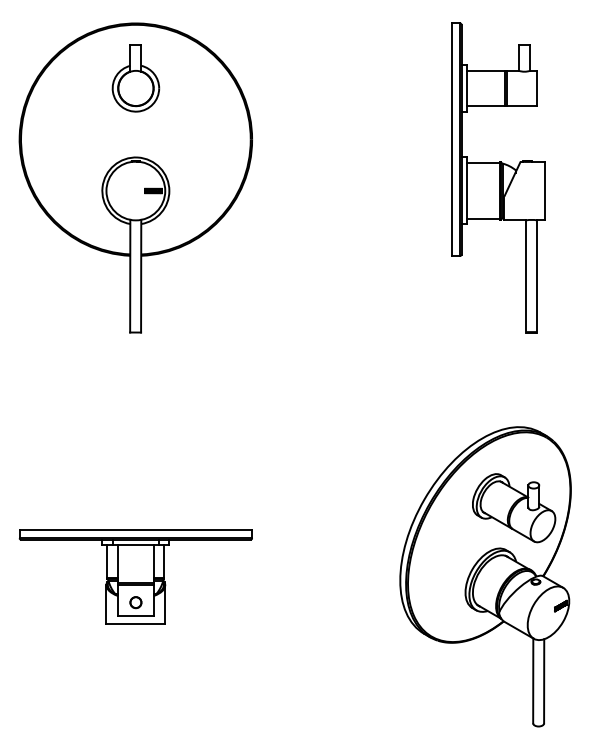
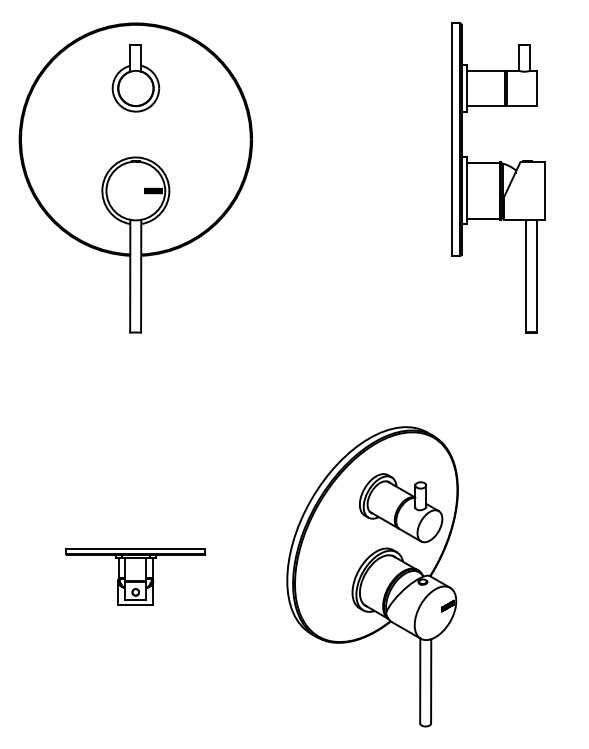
part at (135, 576) size: 235x96 px -> 142x58 px
part at (485, 576) position: (485, 576) -> (372, 576)
